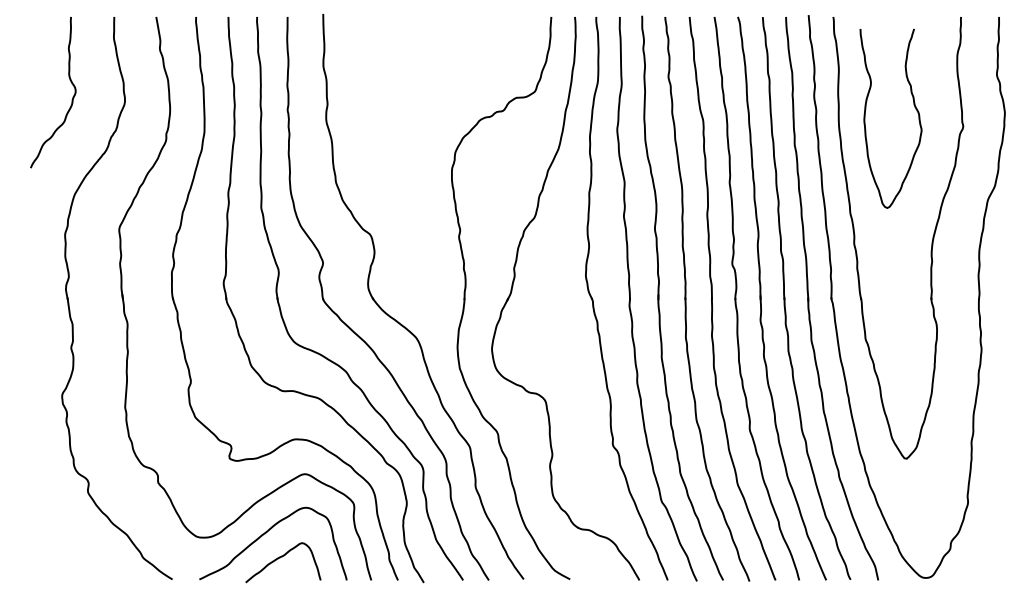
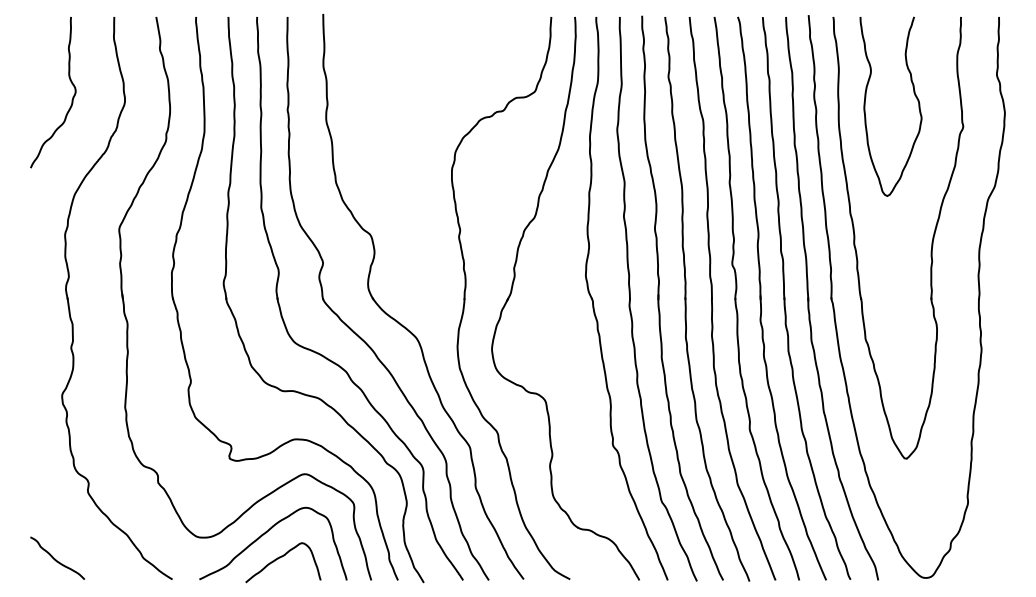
curve at (865, 118) position: (865, 118) -> (865, 106)
curve at (55, 558): none -> present
